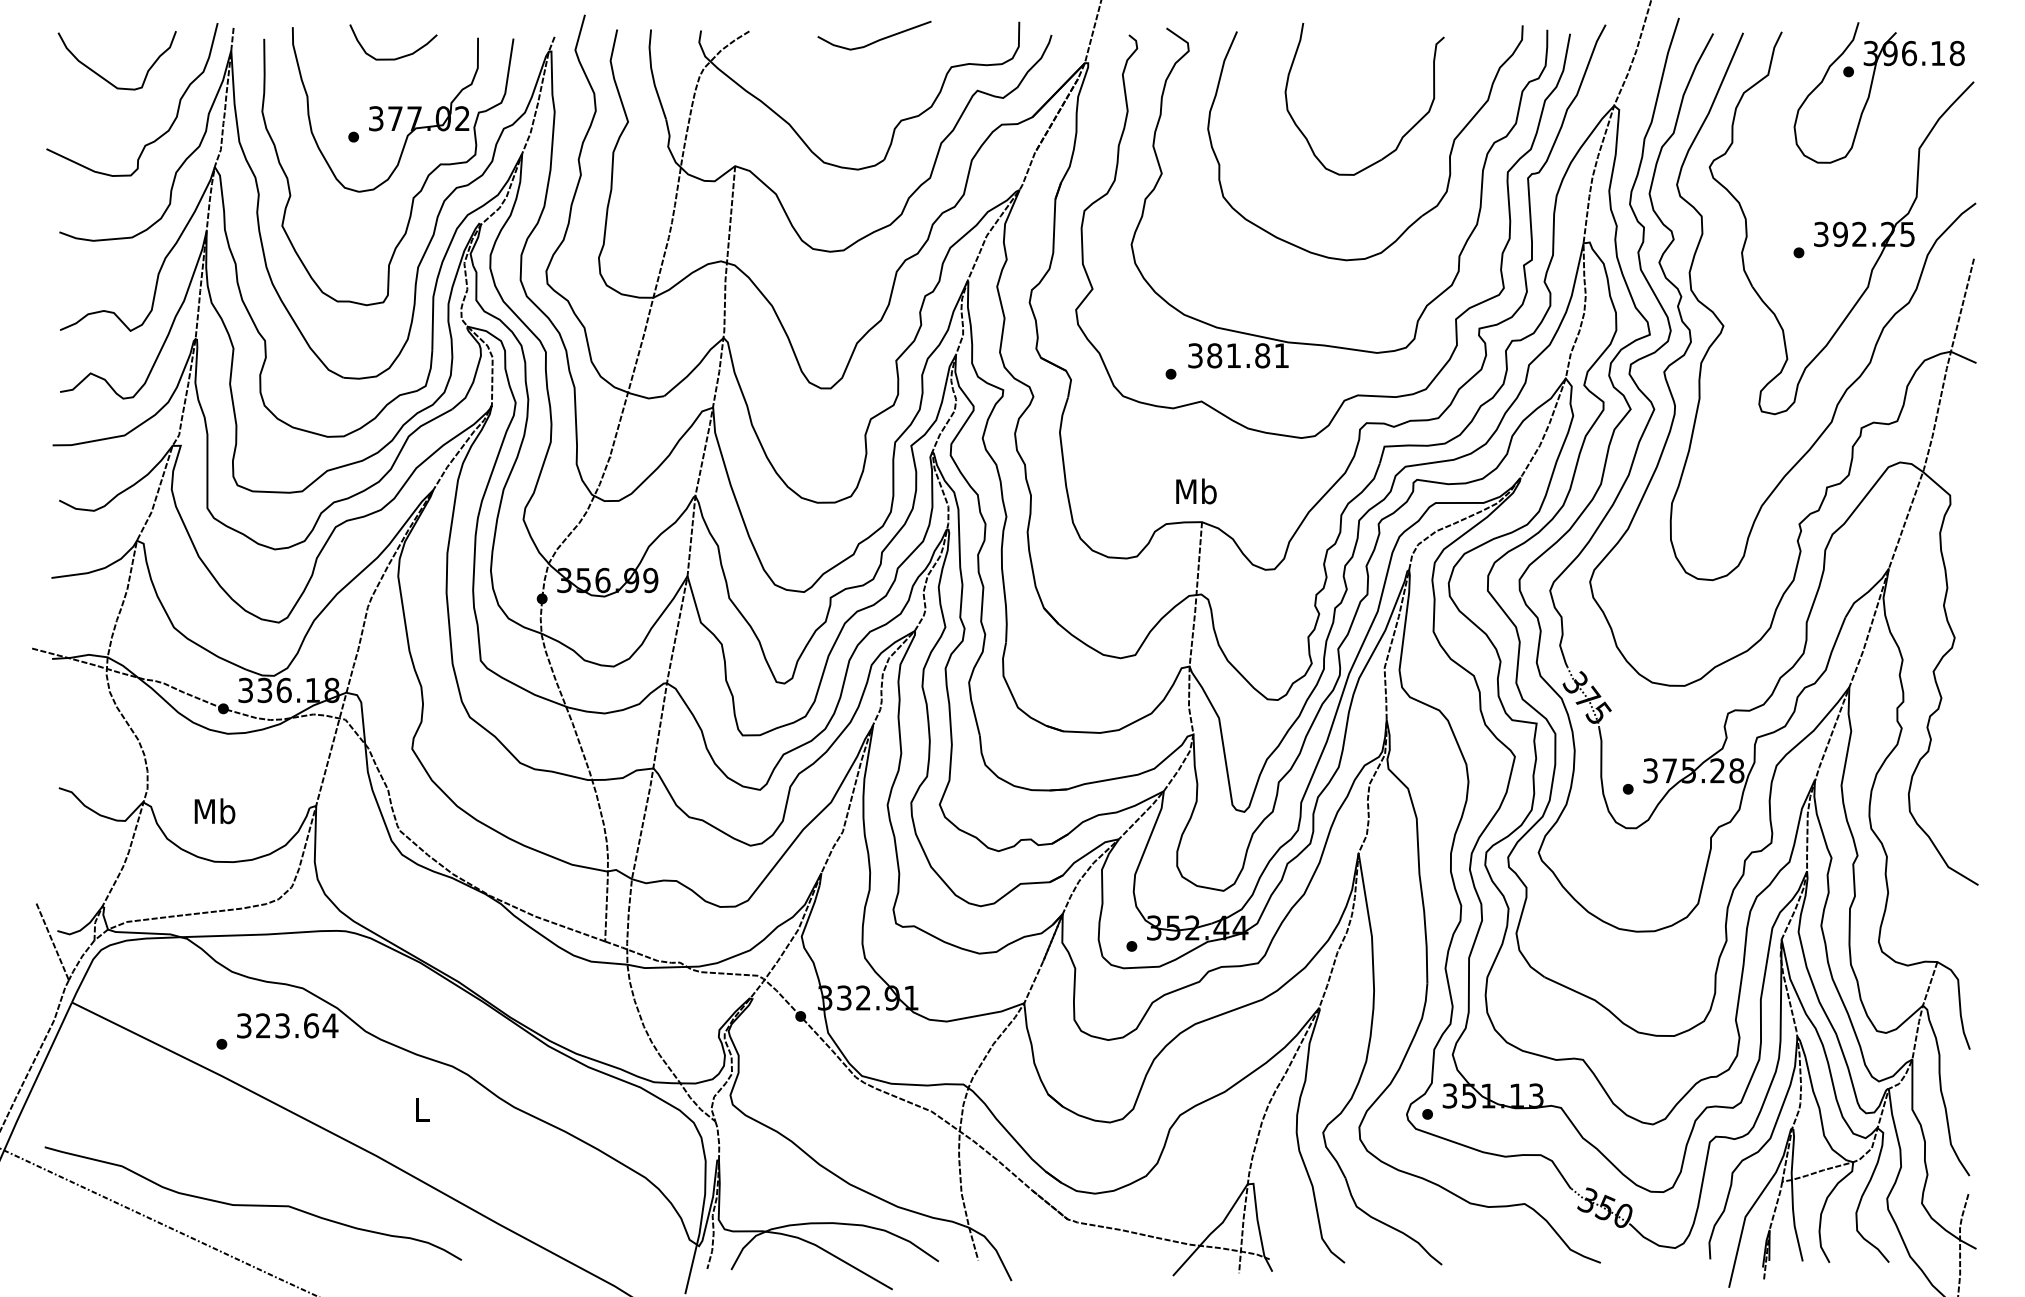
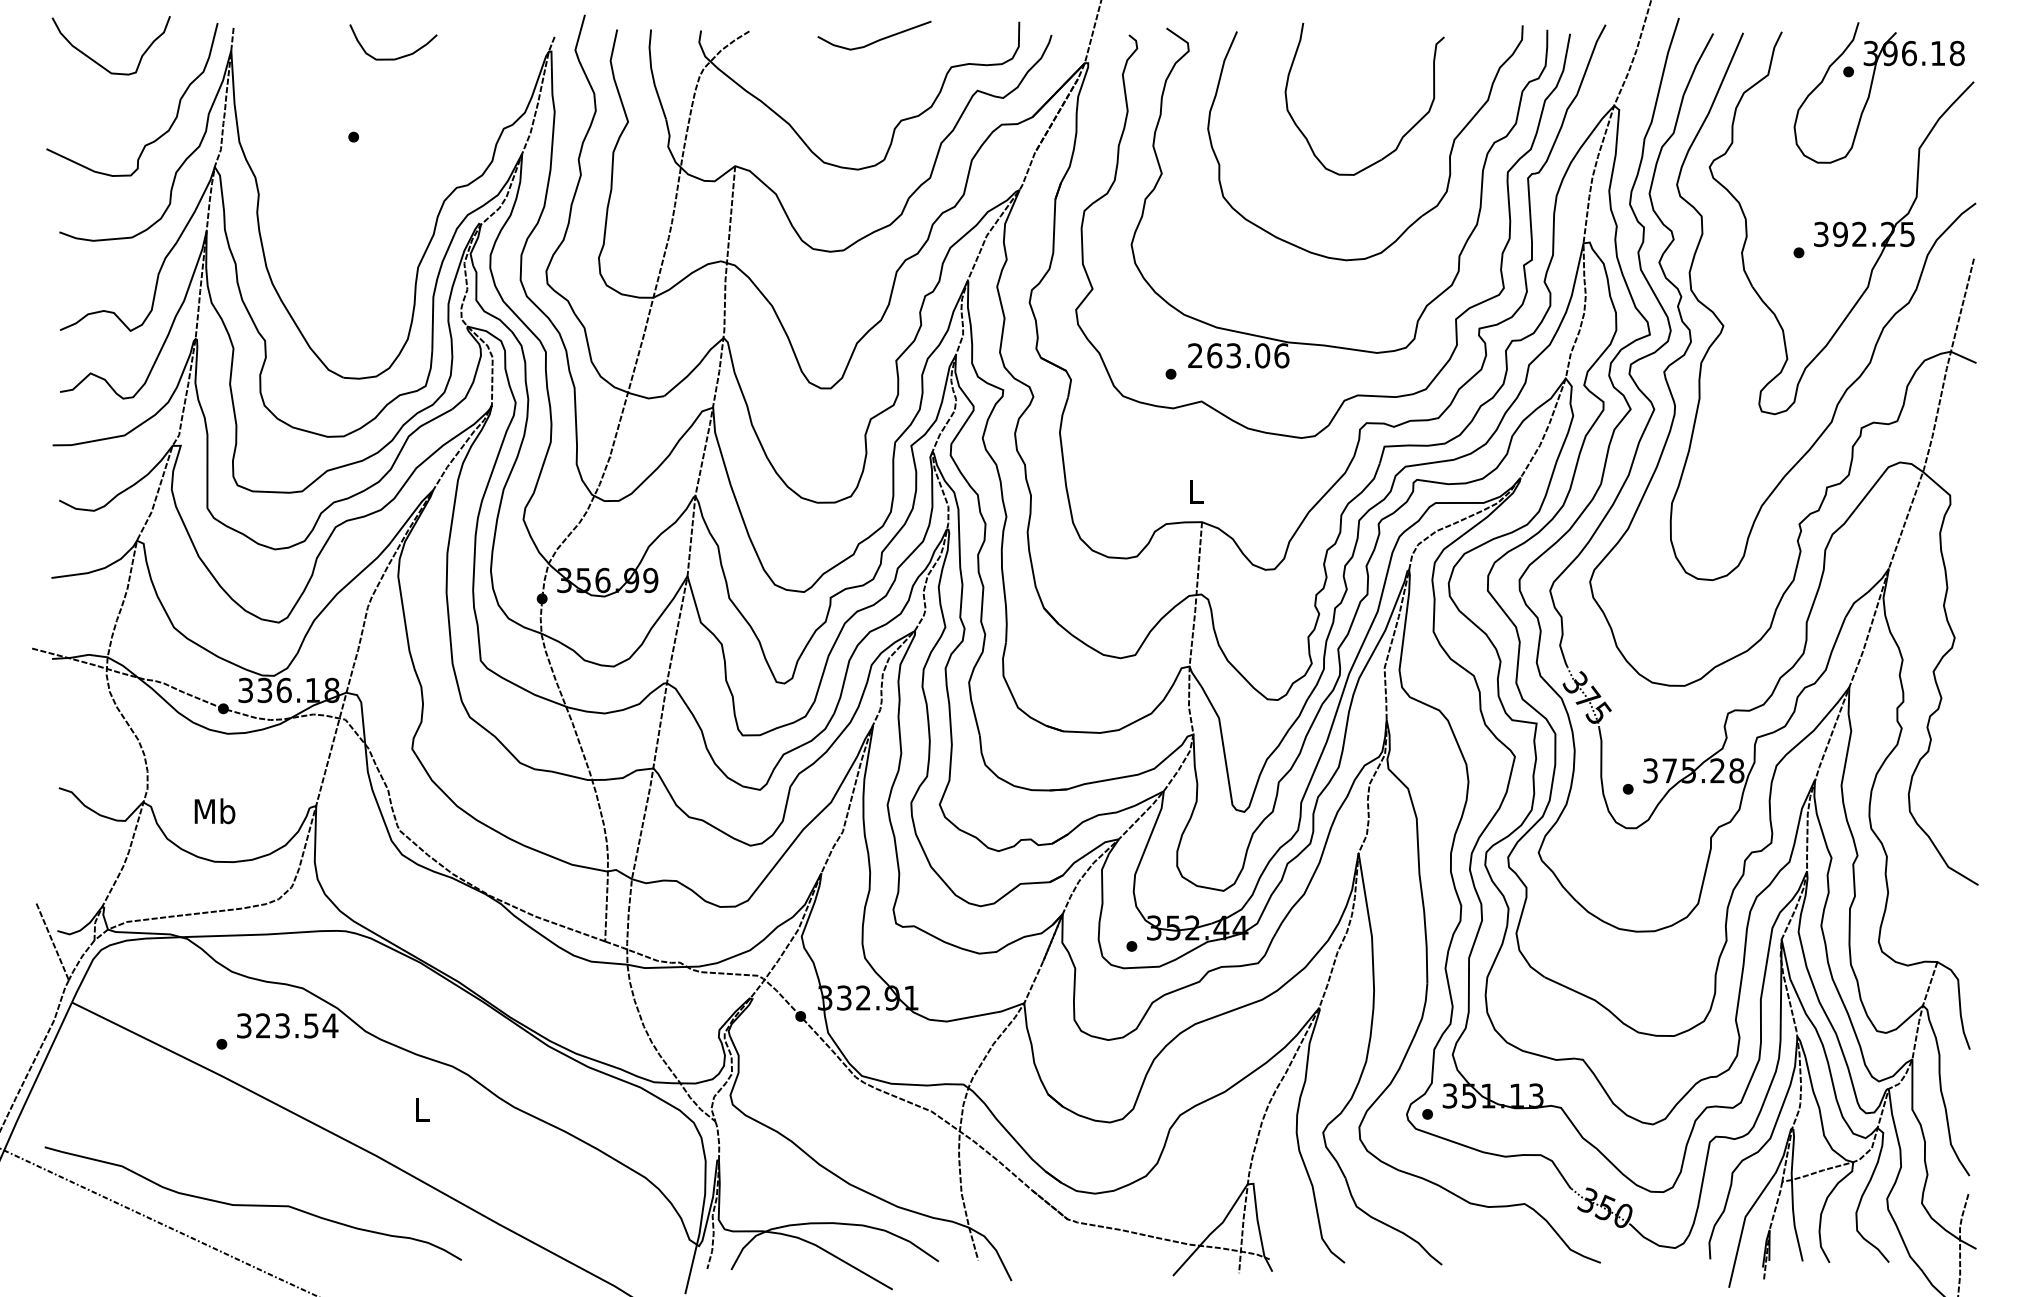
curve at (105, 78) position: (105, 78) -> (99, 63)
part at (393, 169): present -> none
text at (1238, 355): 381.81 -> 263.06
text at (1196, 491): Mb -> L
text at (311, 1025): 323.64 -> 323.54
